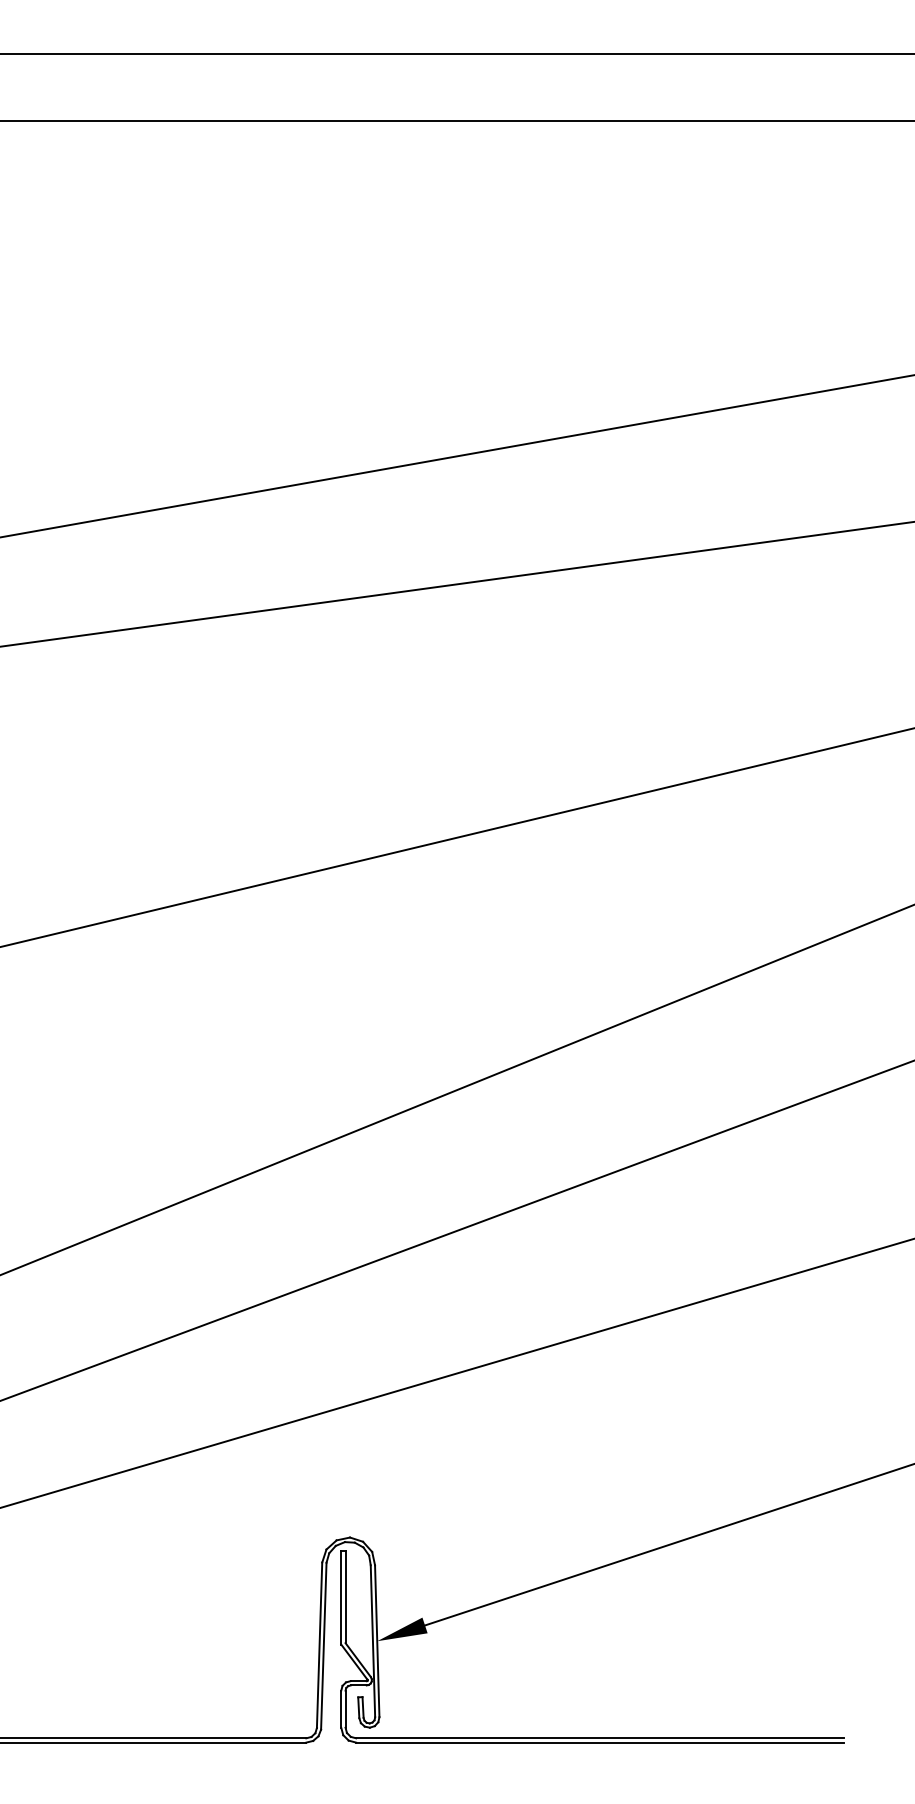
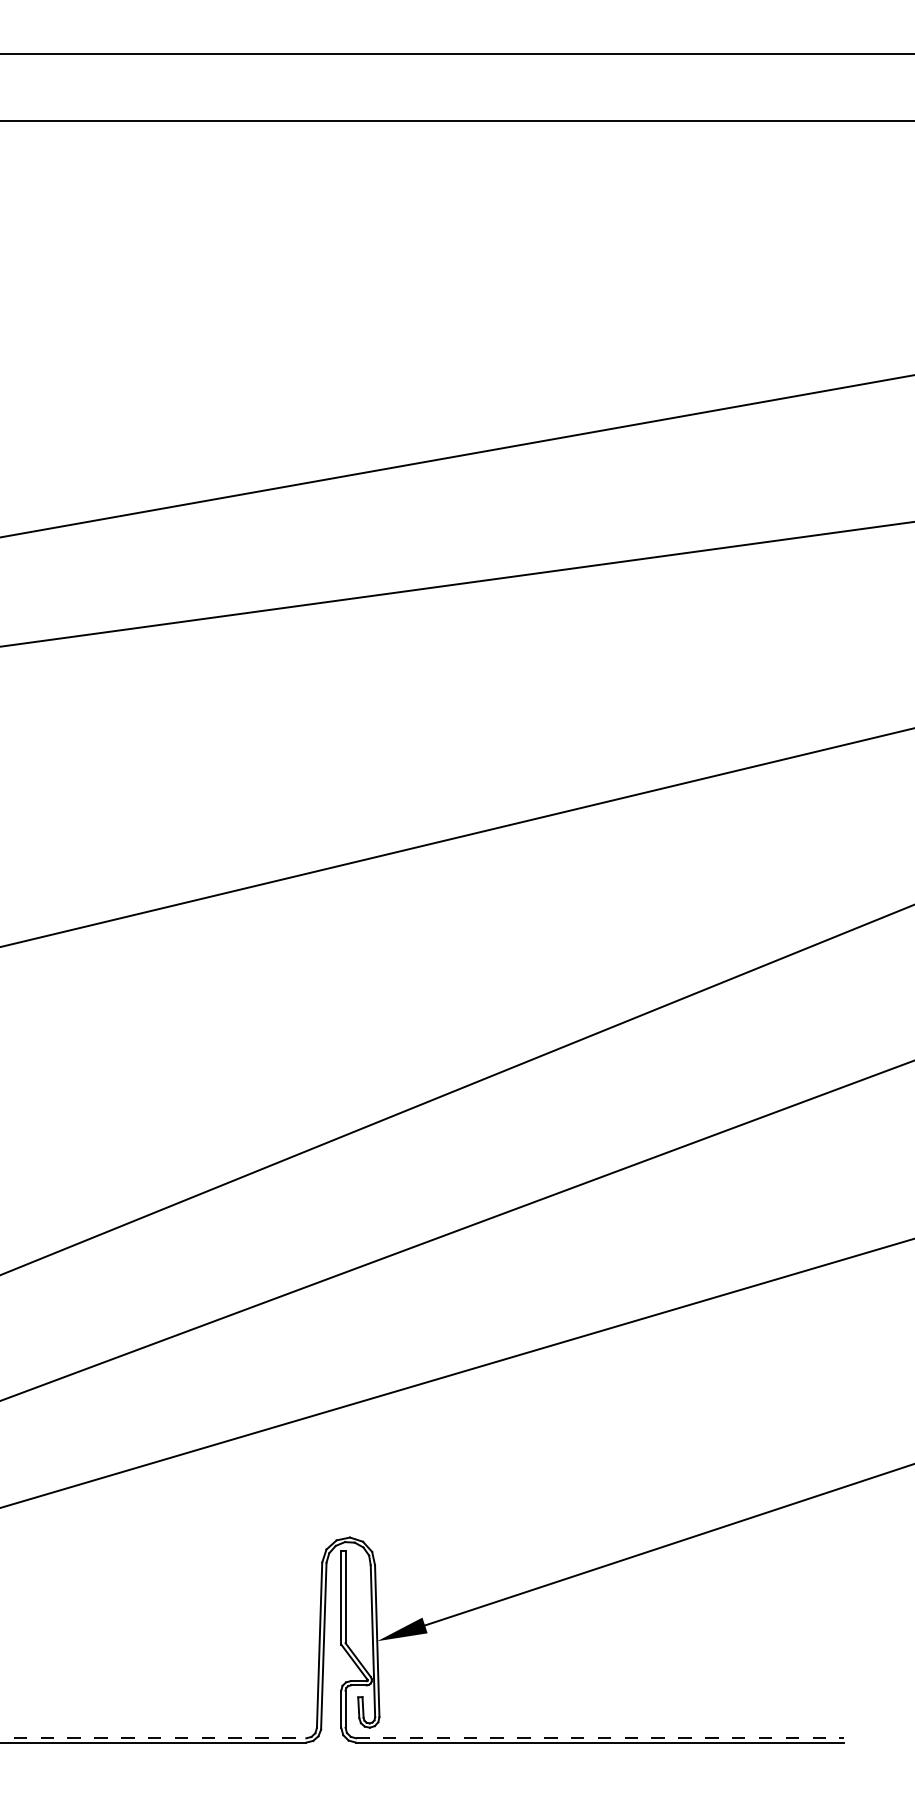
line at (153, 1738): solid -> dashed
line at (599, 1738): solid -> dashed
